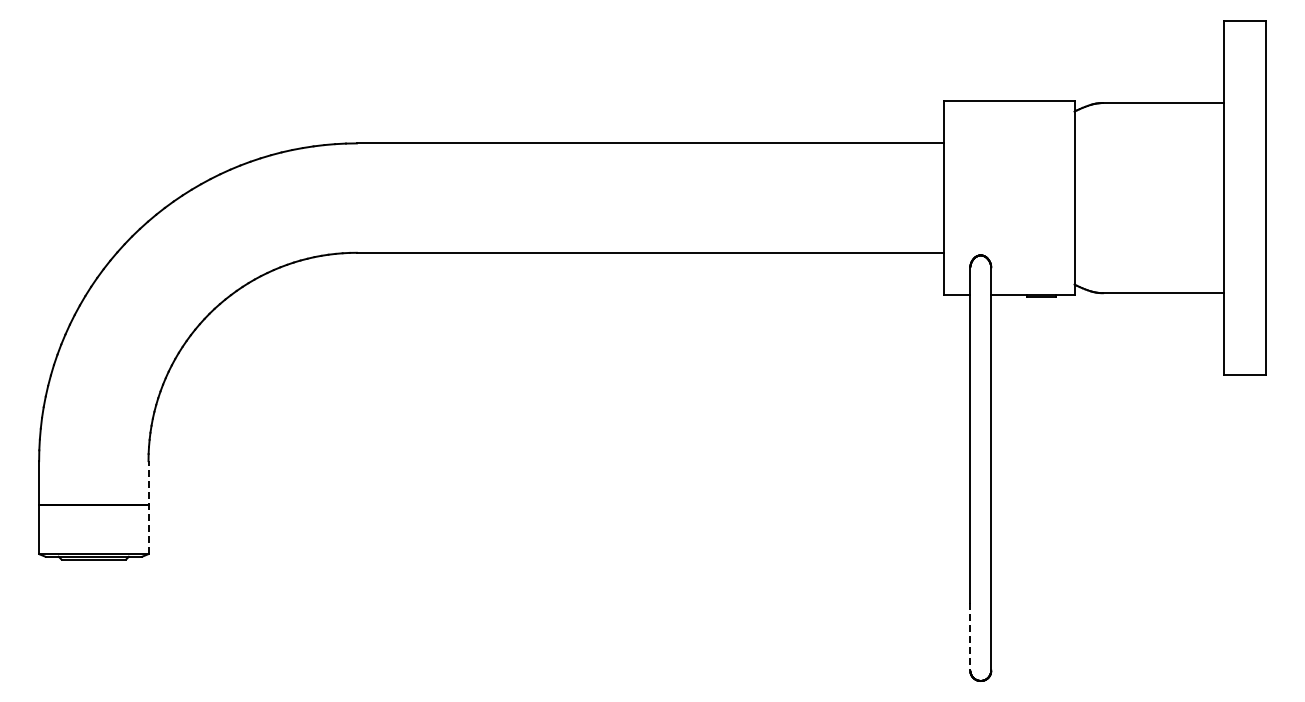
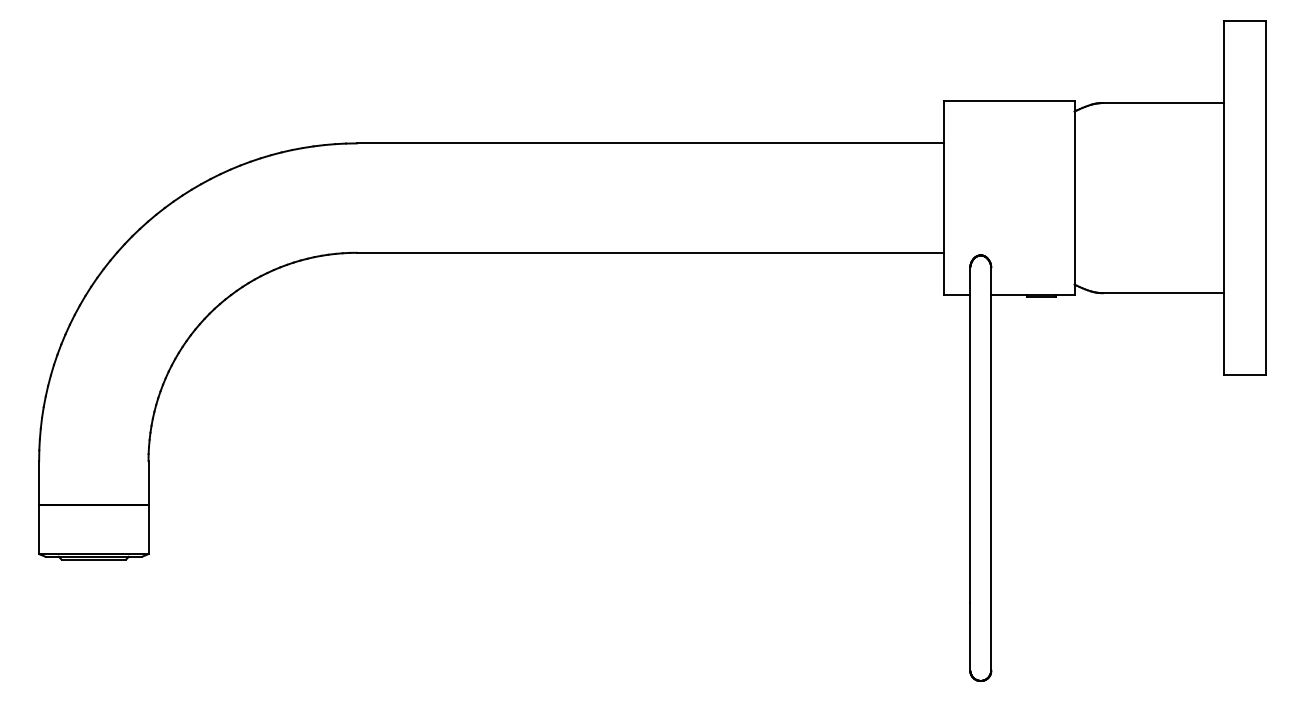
line at (148, 507): dashed -> solid
line at (970, 636): dashed -> solid
